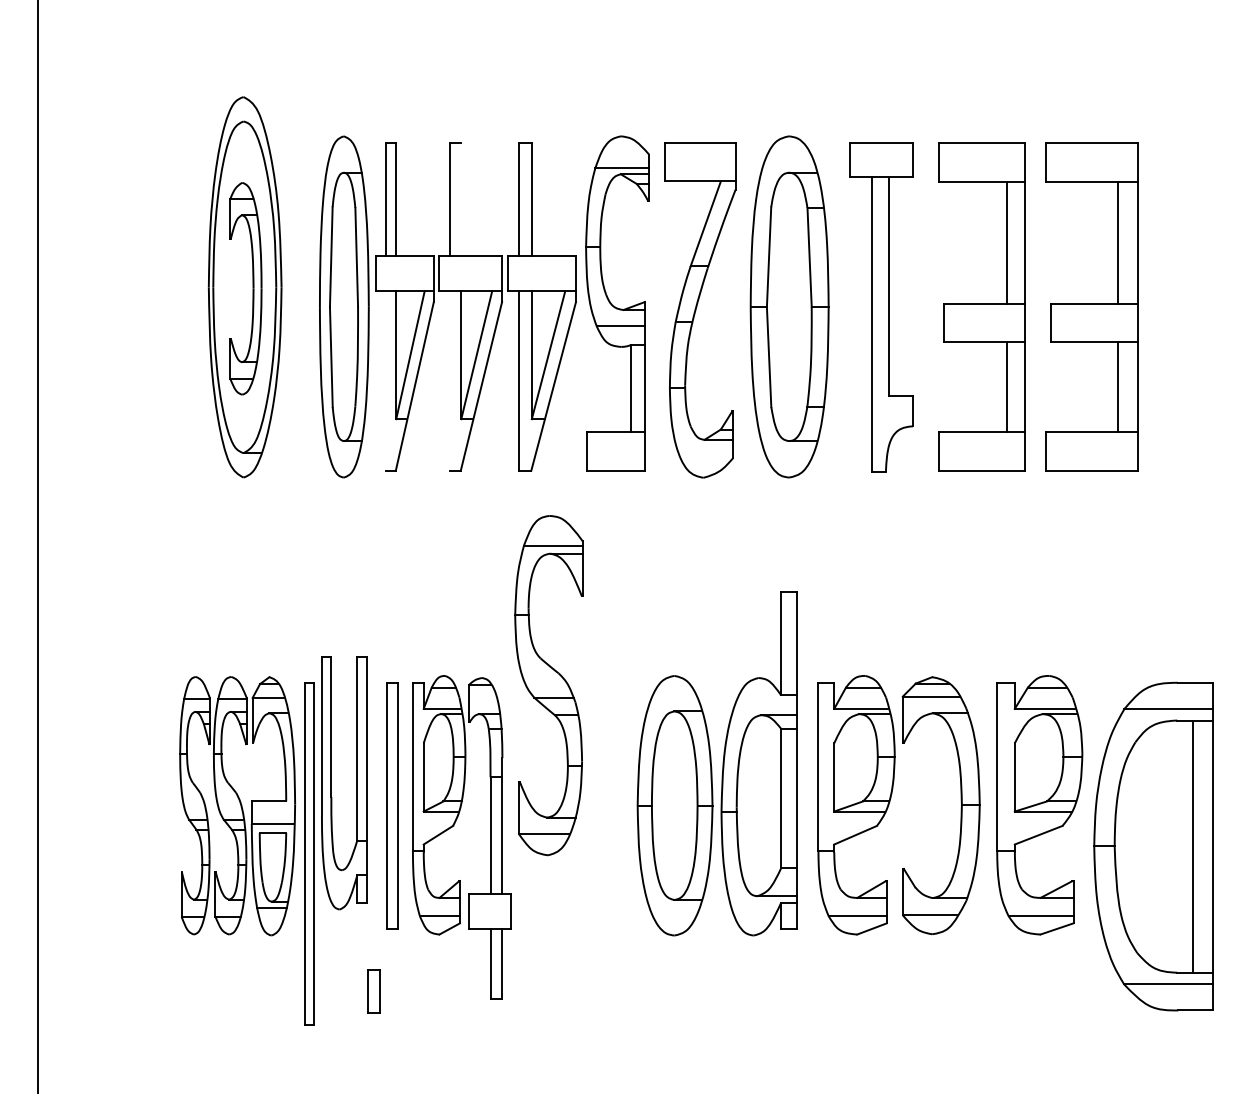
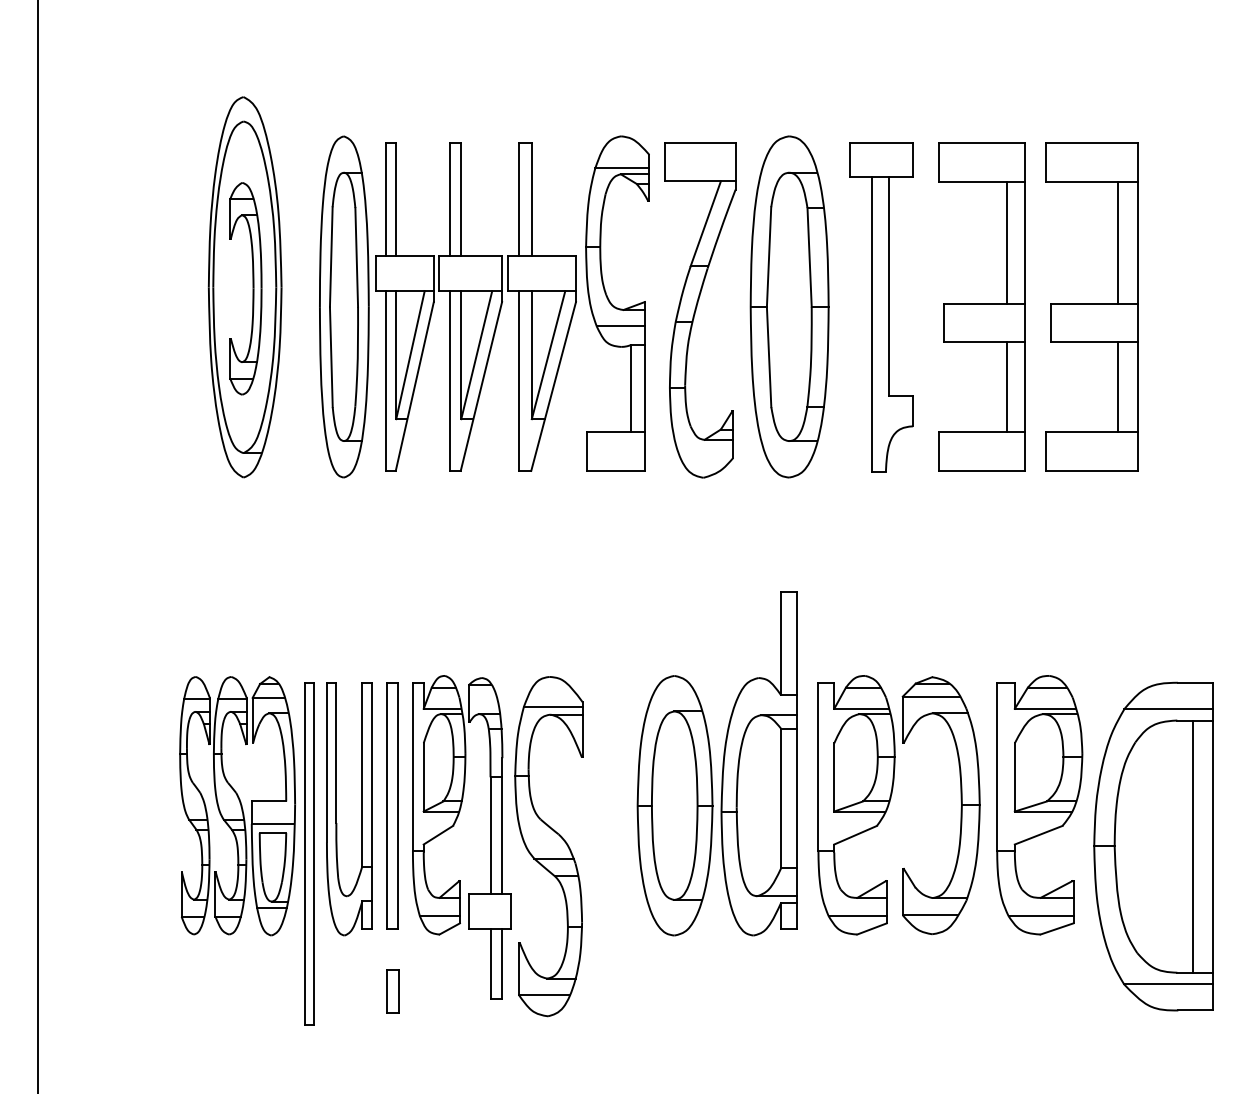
line at (461, 199): none -> present
line at (385, 380): none -> present
line at (449, 380): none -> present
part at (548, 685) position: (548, 685) -> (548, 846)
part at (356, 783) position: (356, 783) -> (361, 809)
part at (373, 991) position: (373, 991) -> (392, 991)
